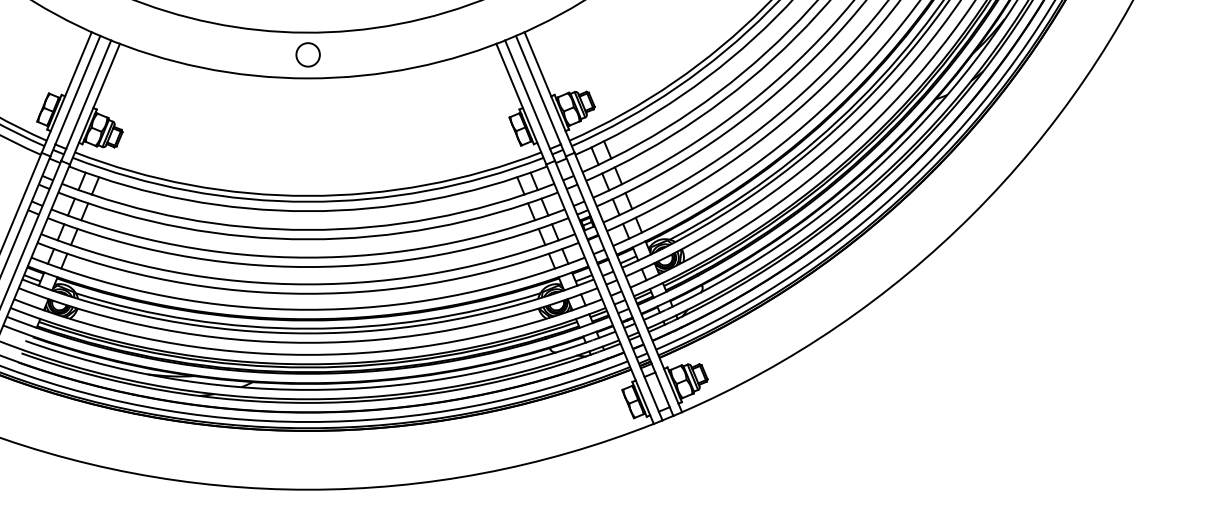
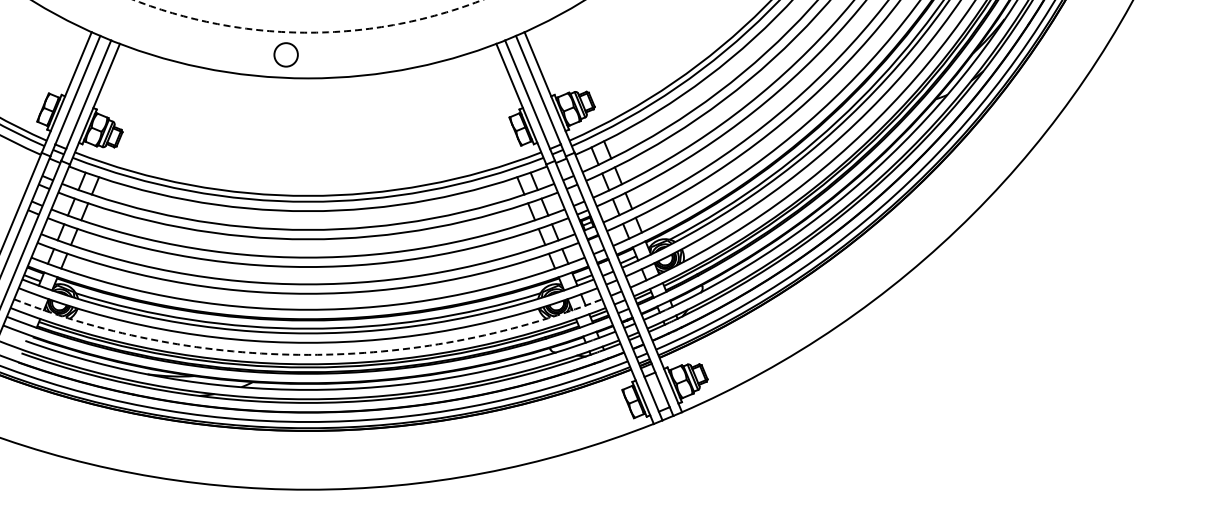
arc at (306, 32): solid -> dashed
circle at (307, 54) position: (307, 54) -> (285, 54)
arc at (308, 354): solid -> dashed
